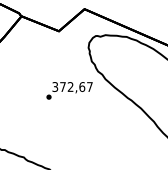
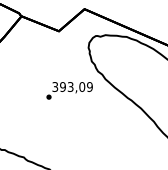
text at (76, 86): 372,67 -> 393,09
